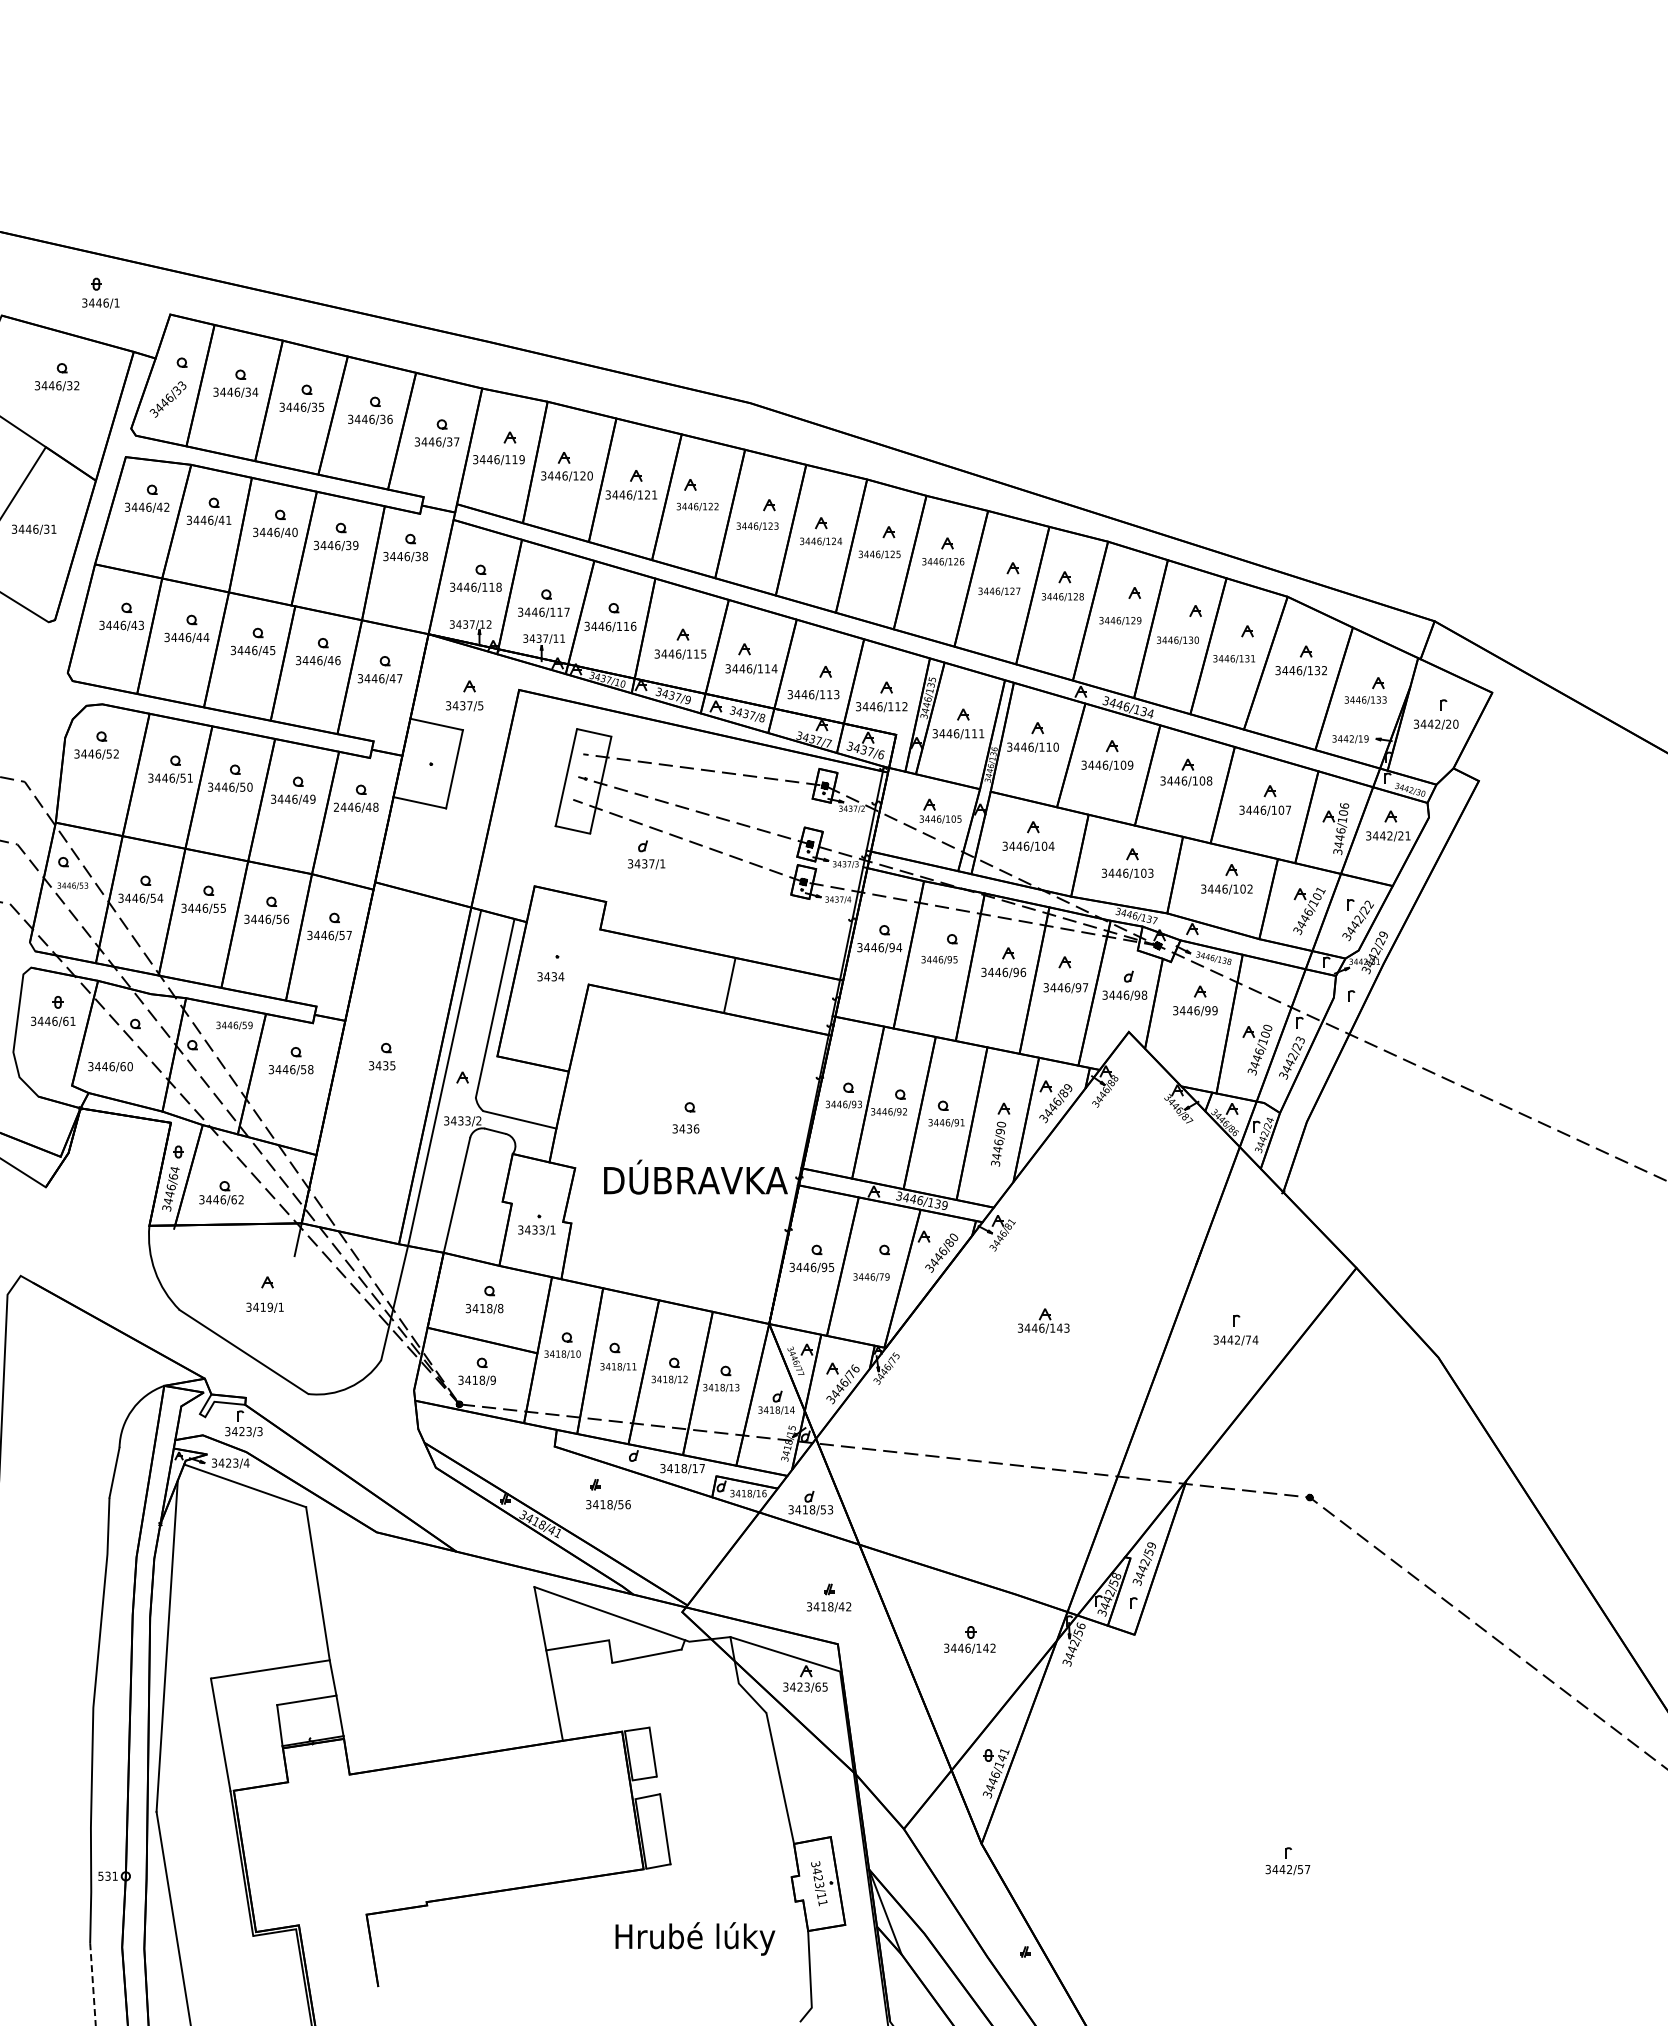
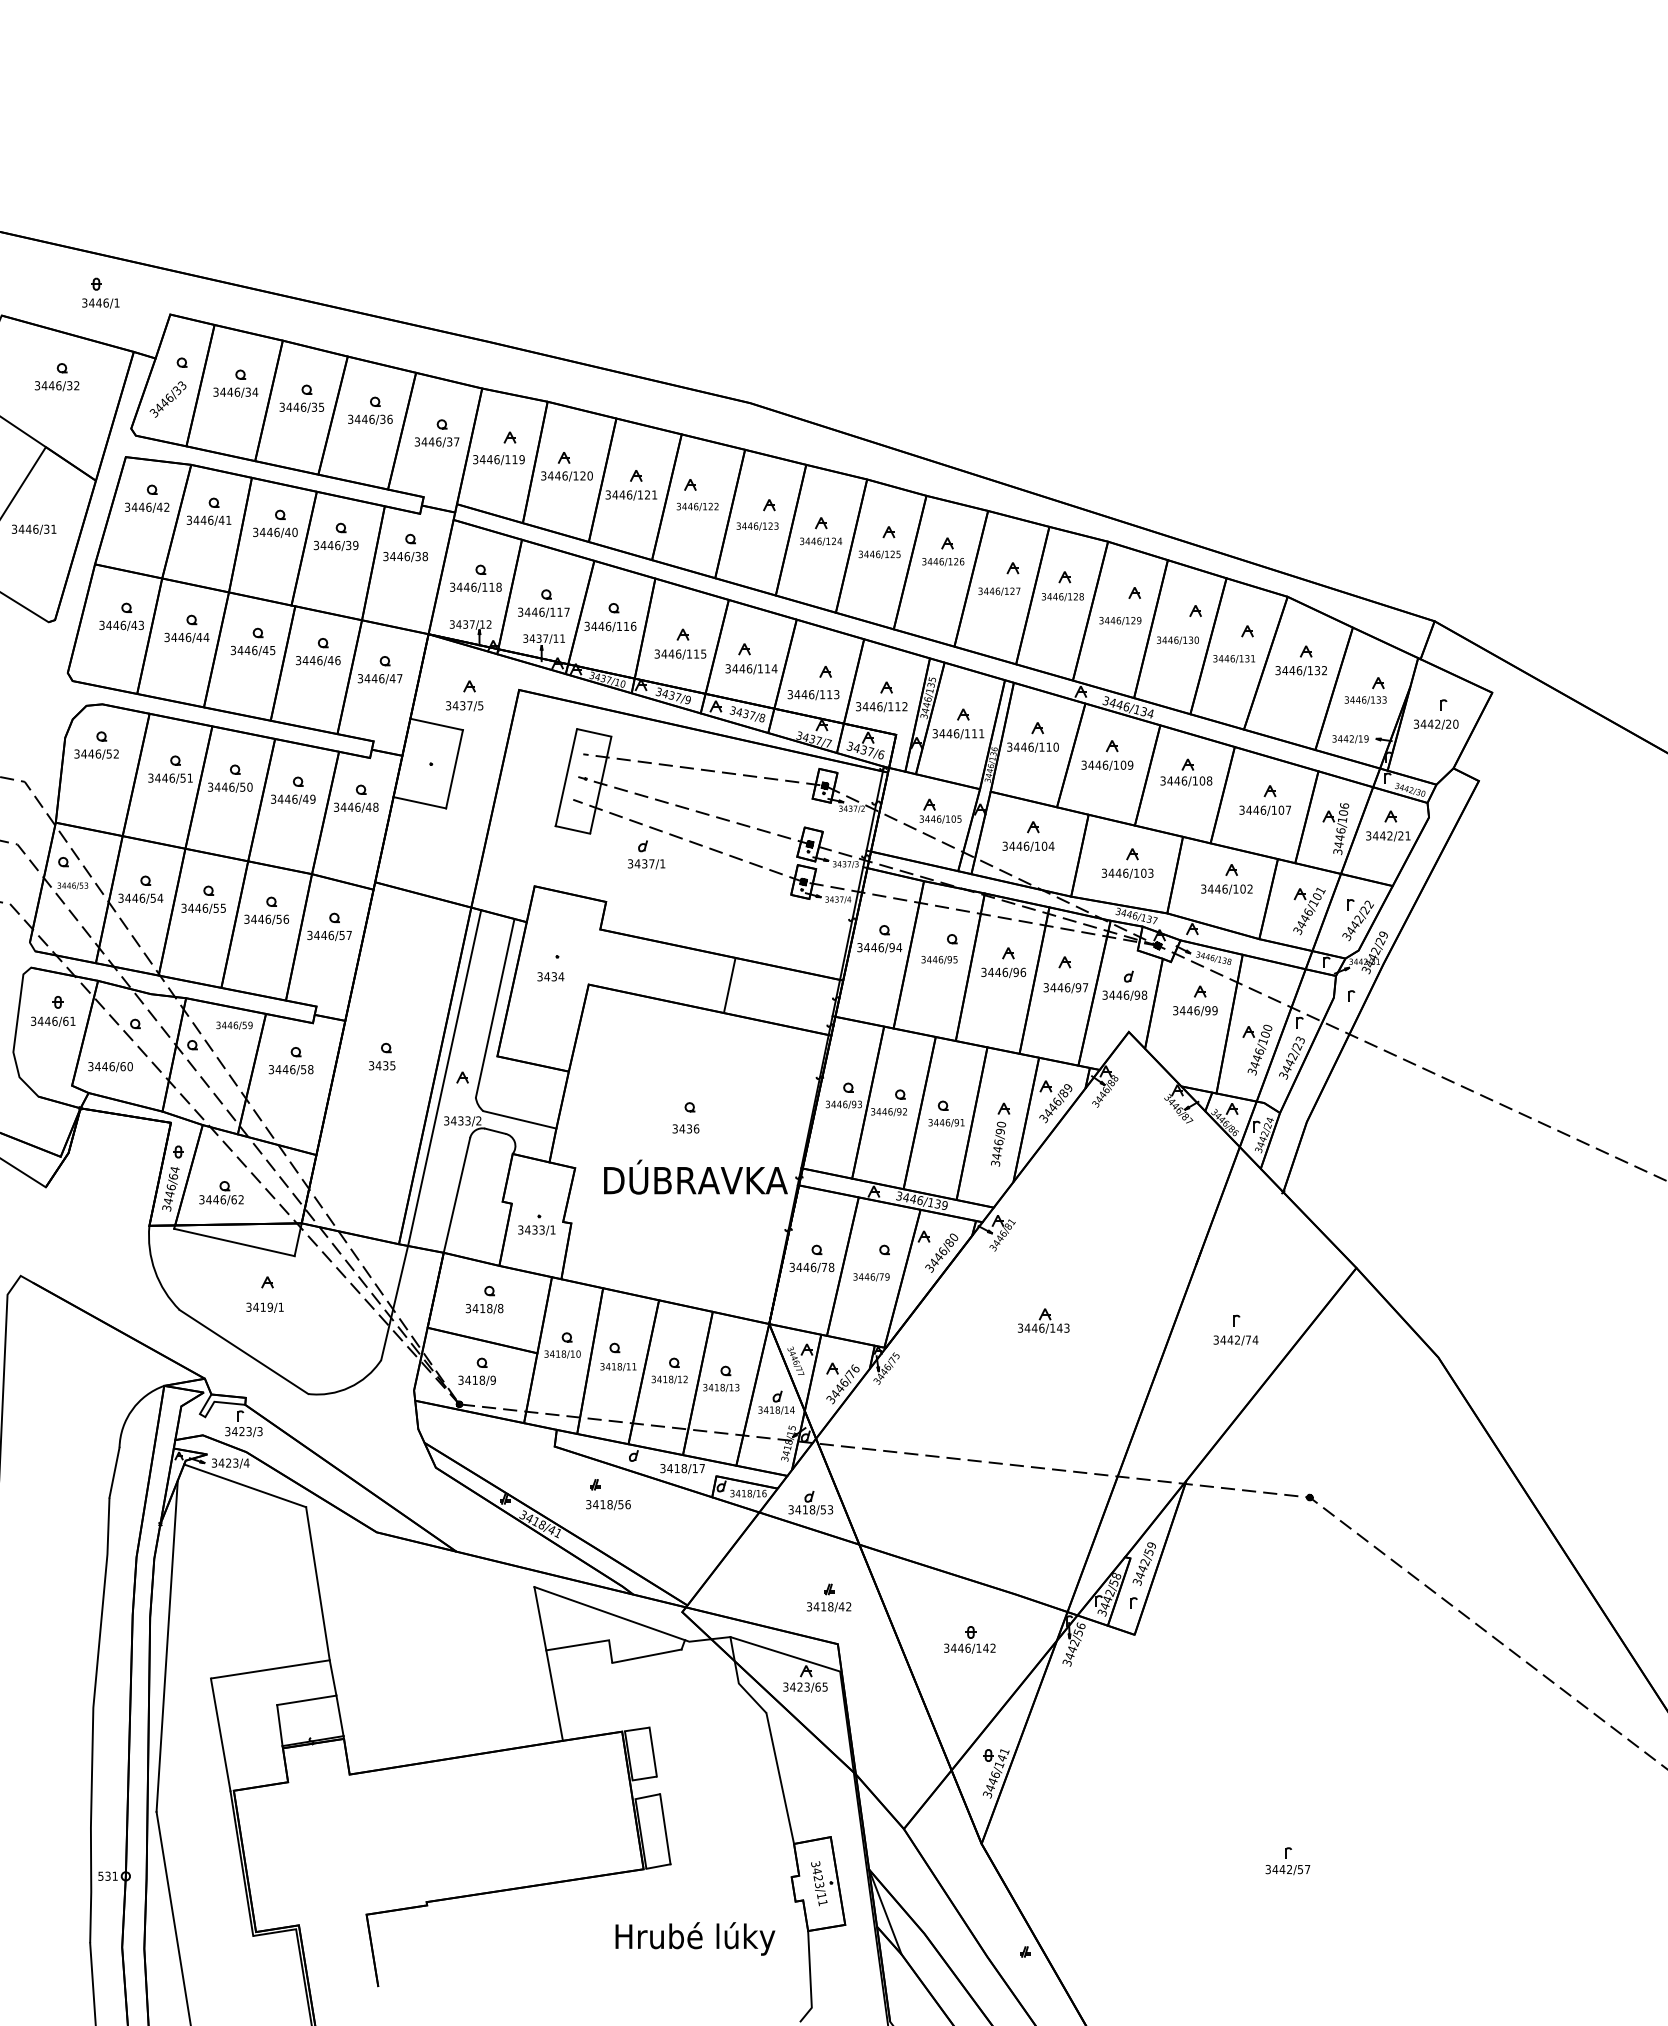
text at (336, 807): 2446/48 -> 3446/48
line at (234, 1242): none -> present
text at (827, 1267): 3446/95 -> 3446/78
line at (93, 1984): dashed -> solid
